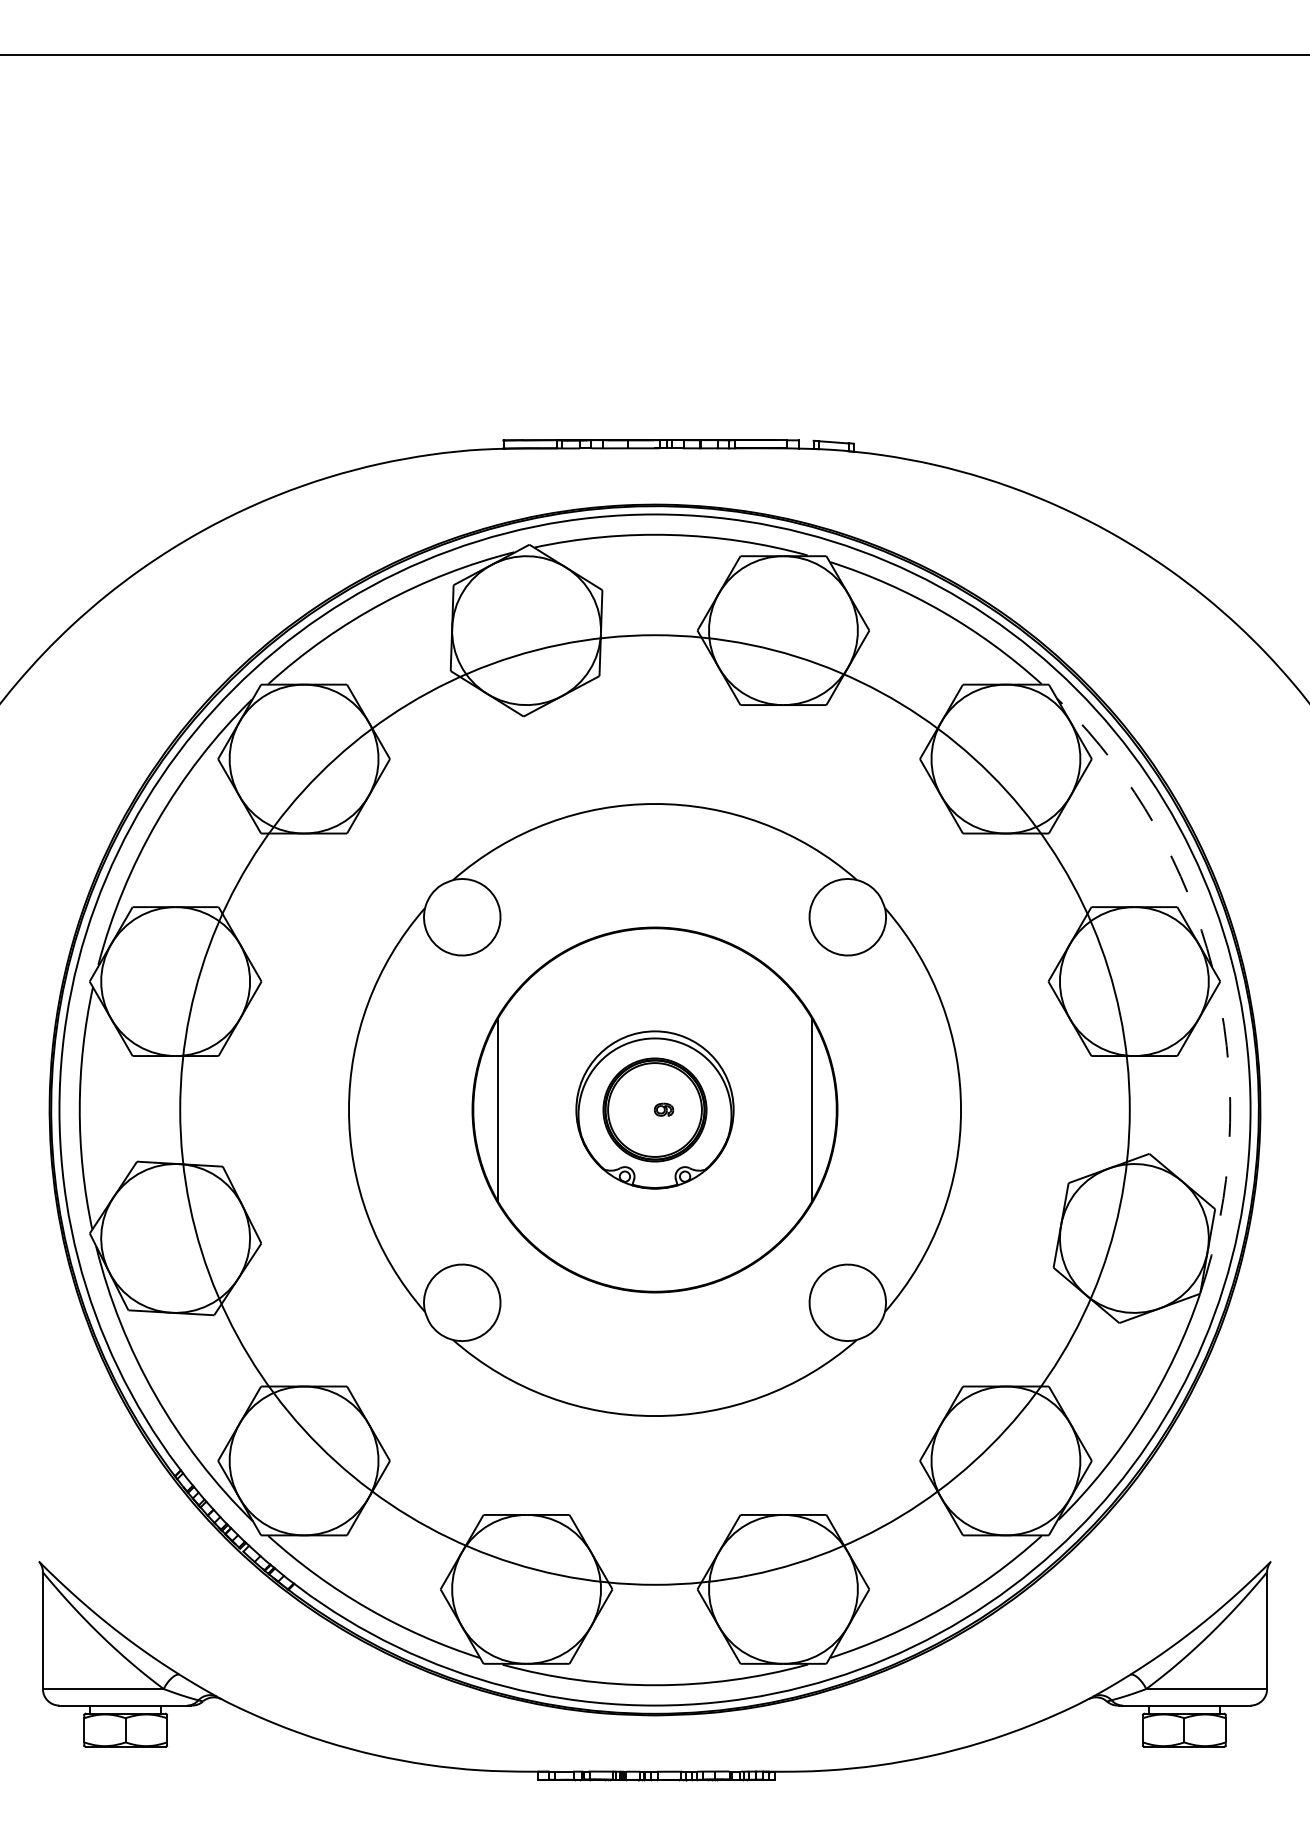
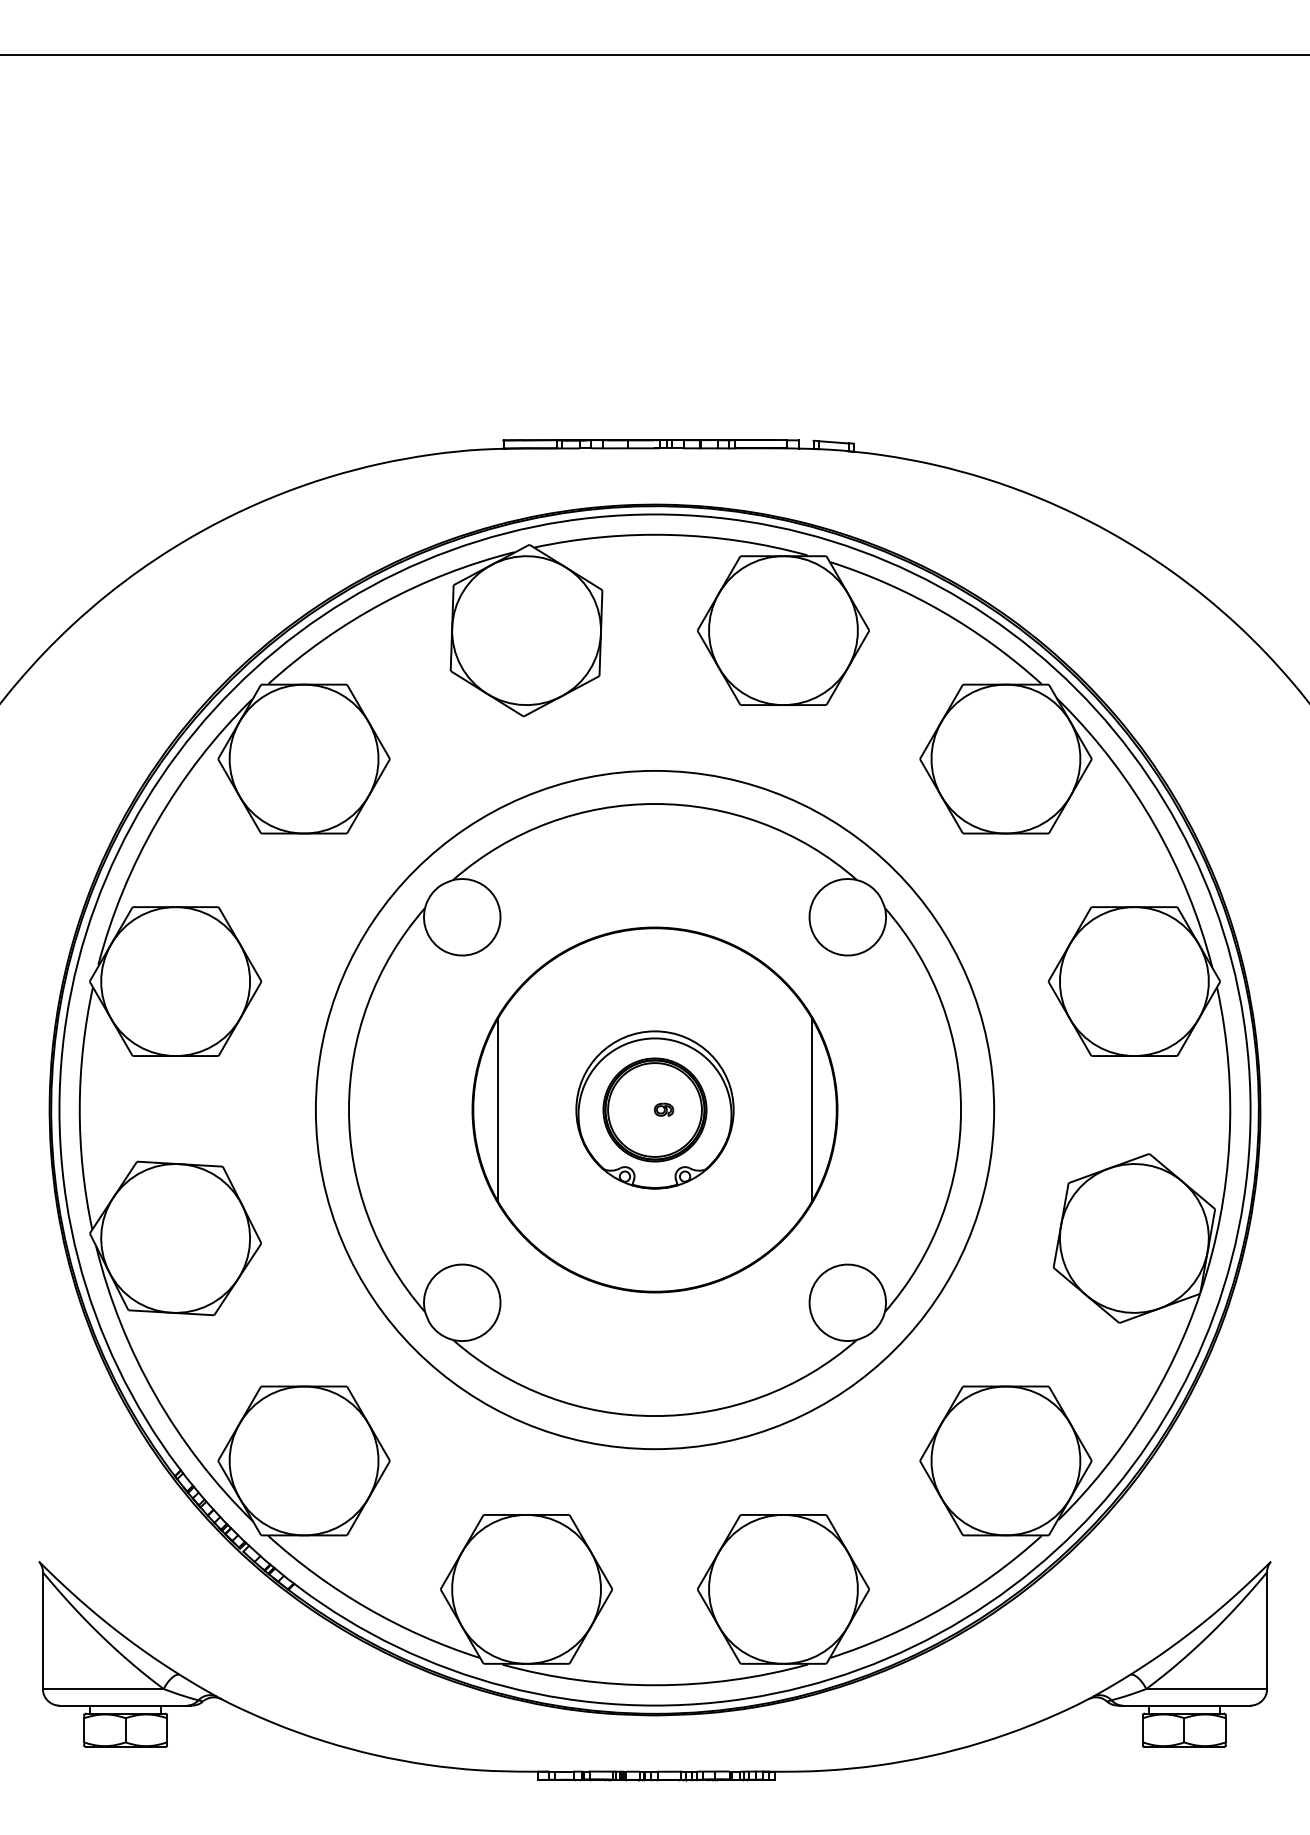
arc at (1154, 825): dashed -> solid
circle at (654, 1109) diameter: 950 px -> 678 px
arc at (1229, 1141): dashed -> solid
